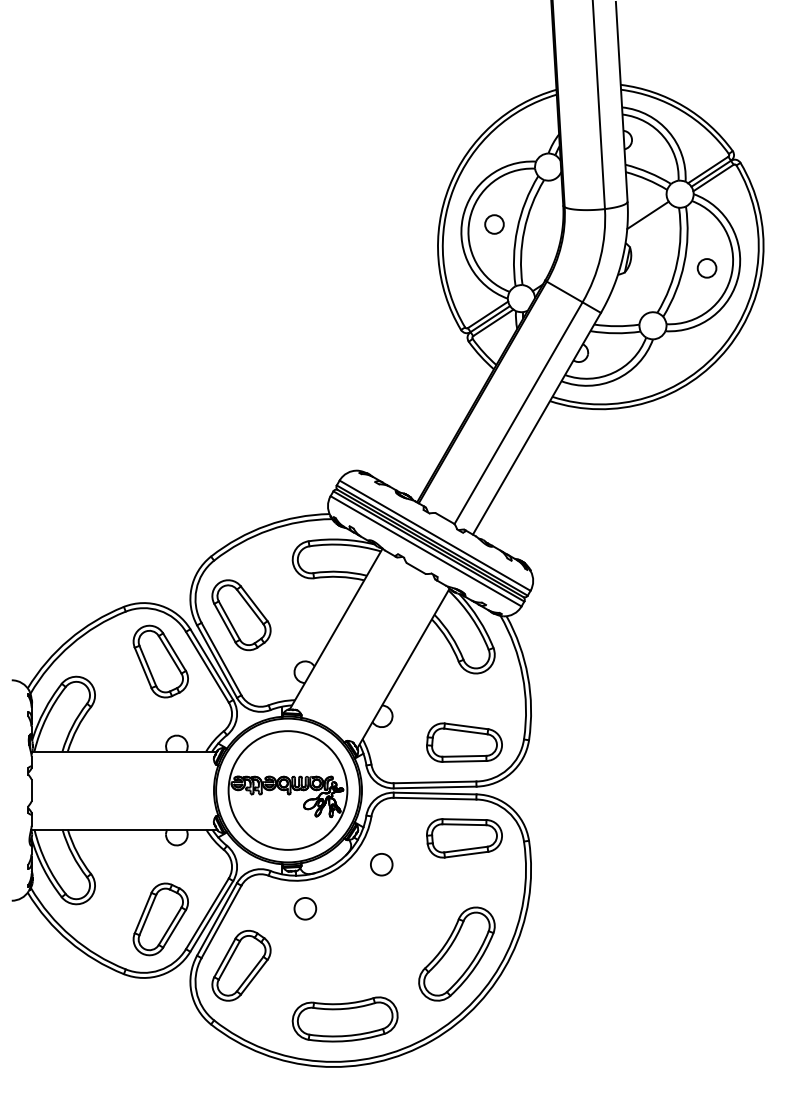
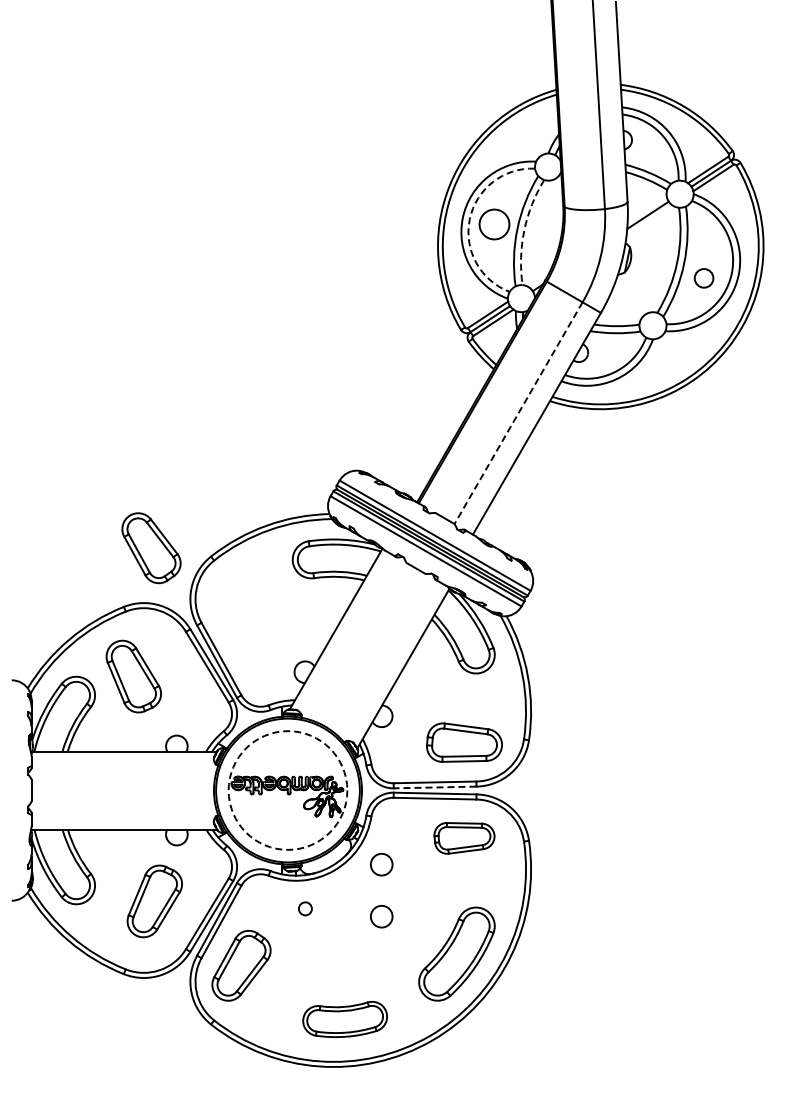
arc at (469, 219): solid -> dashed
circle at (494, 224) diameter: 19 px -> 30 px
arc at (524, 230): solid -> dashed
circle at (706, 268) position: (706, 268) -> (703, 278)
line at (518, 413): solid -> dashed
part at (241, 615) position: (241, 615) -> (151, 548)
part at (160, 661) position: (160, 661) -> (133, 676)
line at (434, 787): solid -> dashed
circle at (287, 790): solid -> dashed
part at (464, 838) size: 77x41 px -> 63x33 px
circle at (305, 908) size: 25x24 px -> 15x16 px
circle at (381, 916): none -> present
part at (160, 919) position: (160, 919) -> (154, 901)
part at (344, 1019) size: 108x47 px -> 86x38 px
